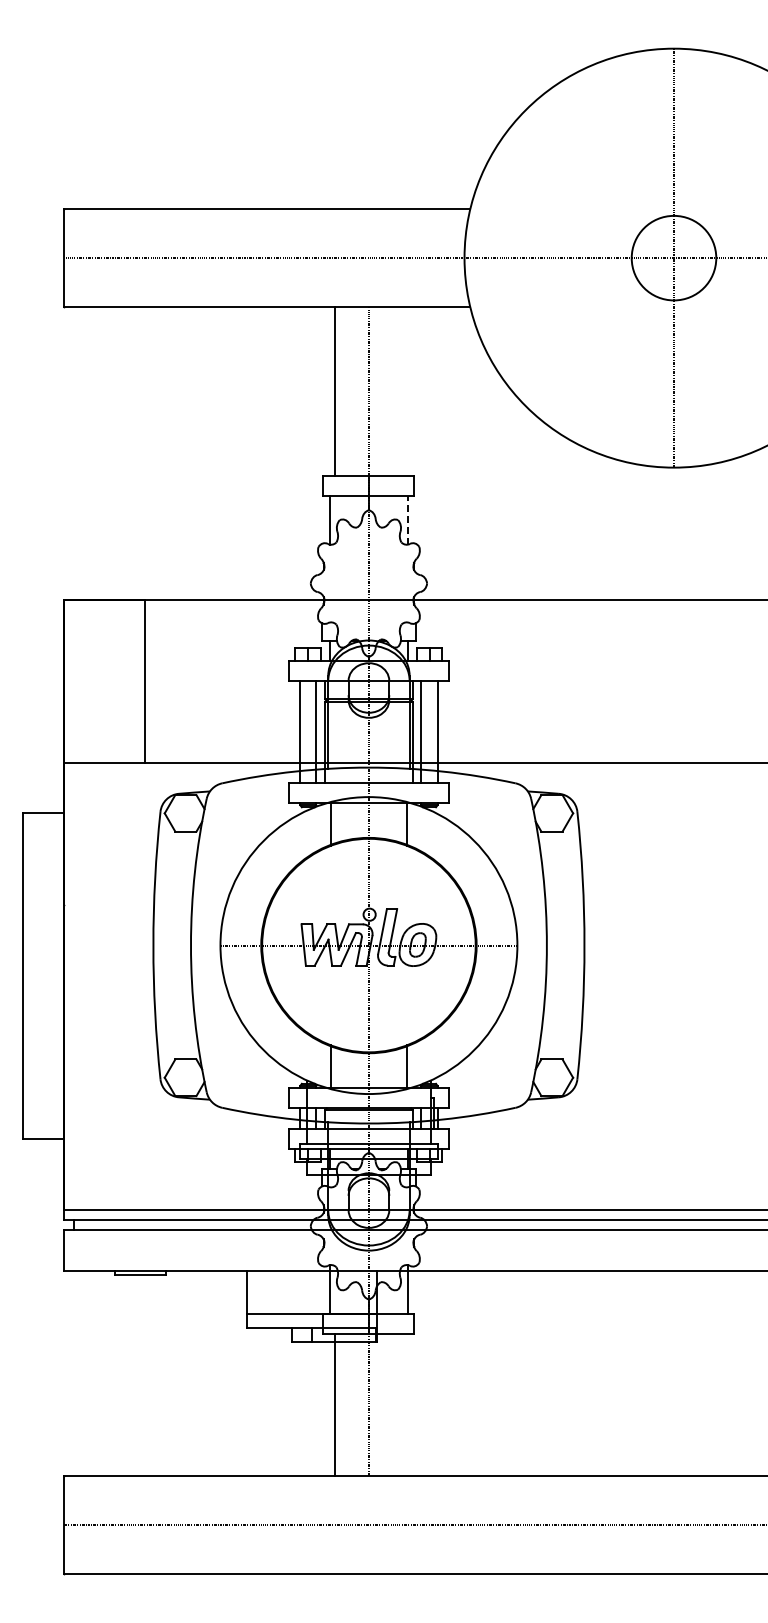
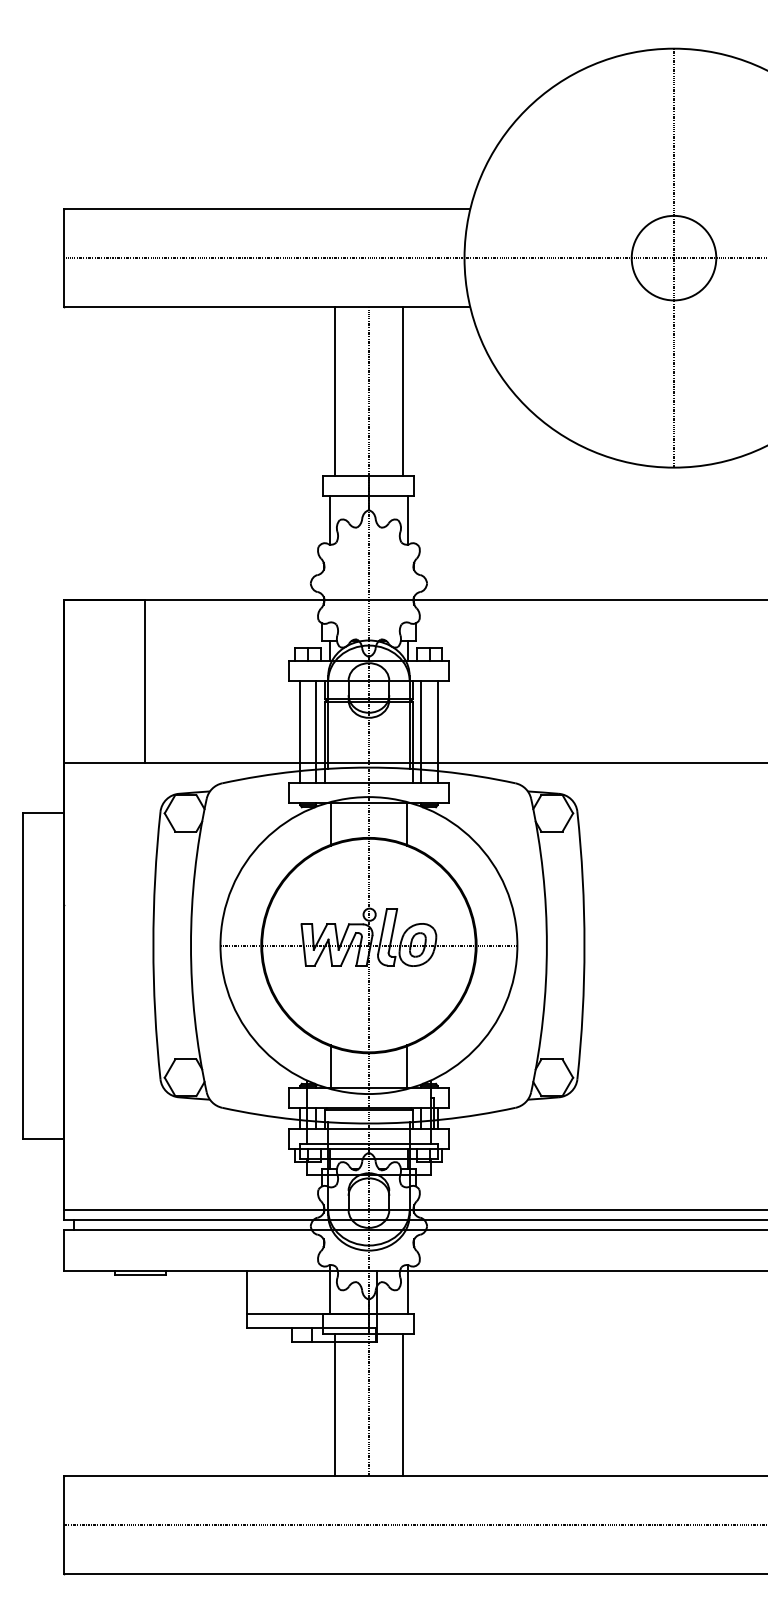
line at (403, 391): none -> present
line at (407, 519): dashed -> solid
line at (403, 1405): none -> present
